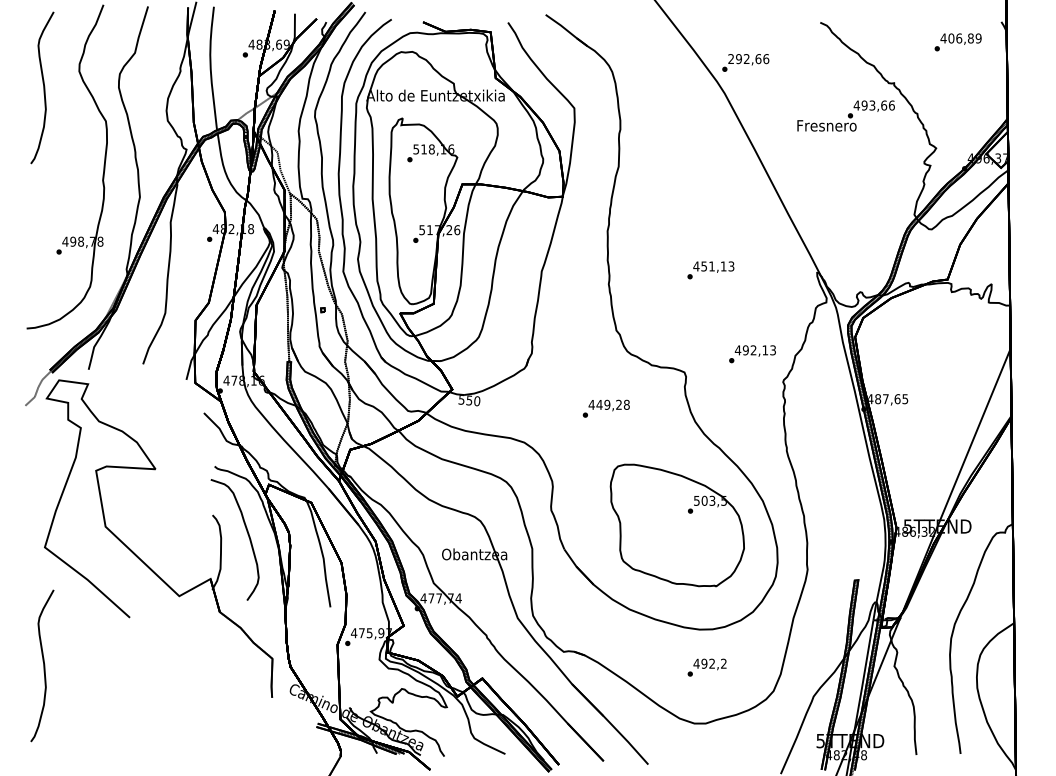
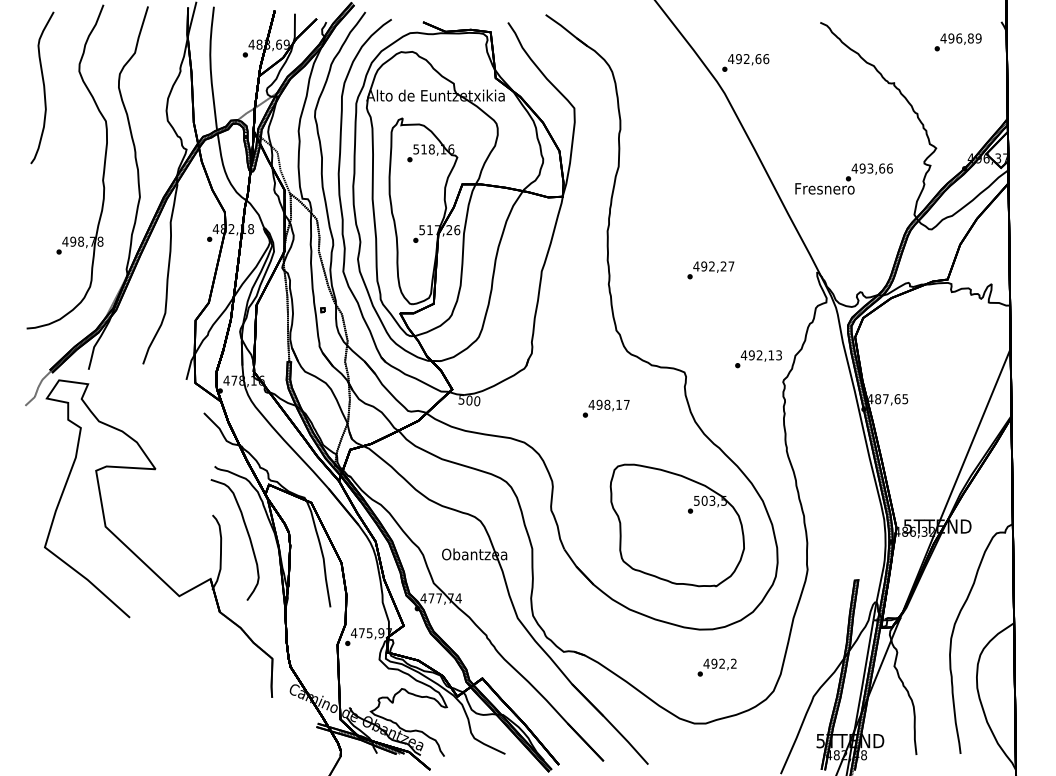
text at (951, 38): 406,89 -> 496,89
text at (731, 58): 292,66 -> 492,66
text at (845, 115) position: (845, 115) -> (843, 178)
text at (717, 266): 451,13 -> 492,27
text at (752, 354) position: (752, 354) -> (758, 359)
text at (469, 400): 550 -> 500
text at (612, 404): 449,28 -> 498,17
curve at (43, 665): present -> none
text at (706, 667) position: (706, 667) -> (716, 667)
